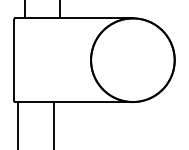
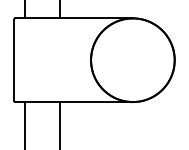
line at (17, 124) position: (17, 124) -> (24, 124)
line at (53, 124) position: (53, 124) -> (59, 124)
